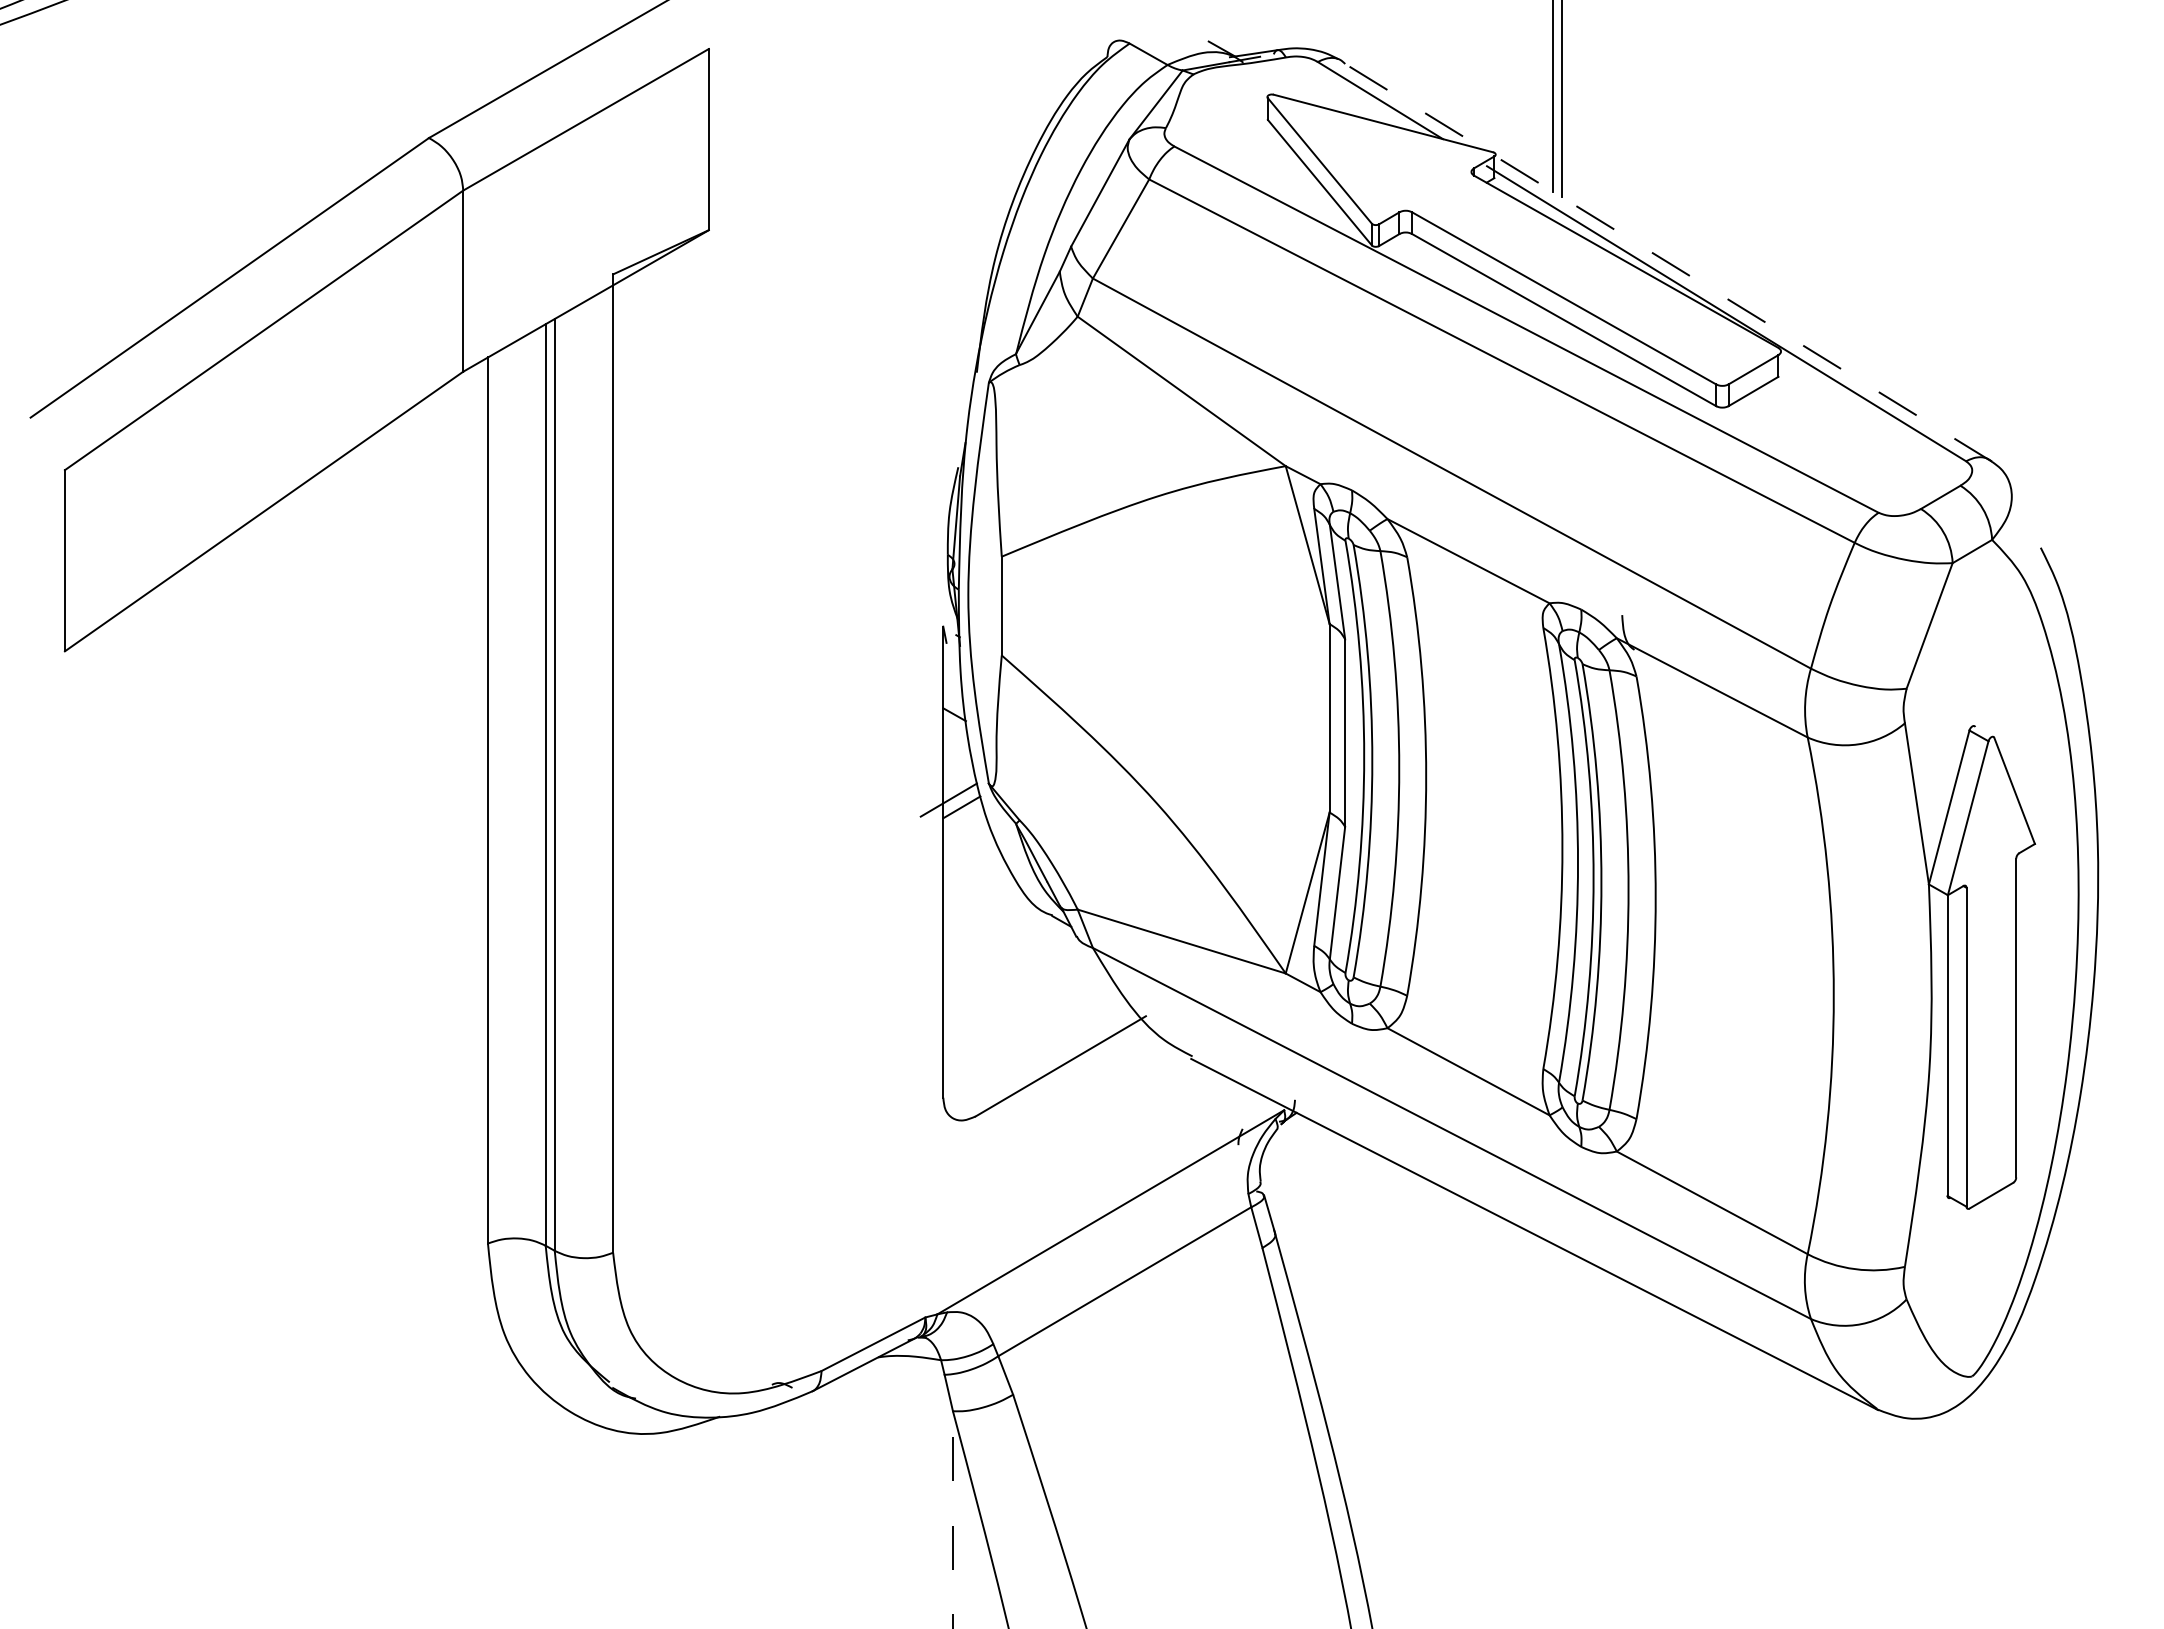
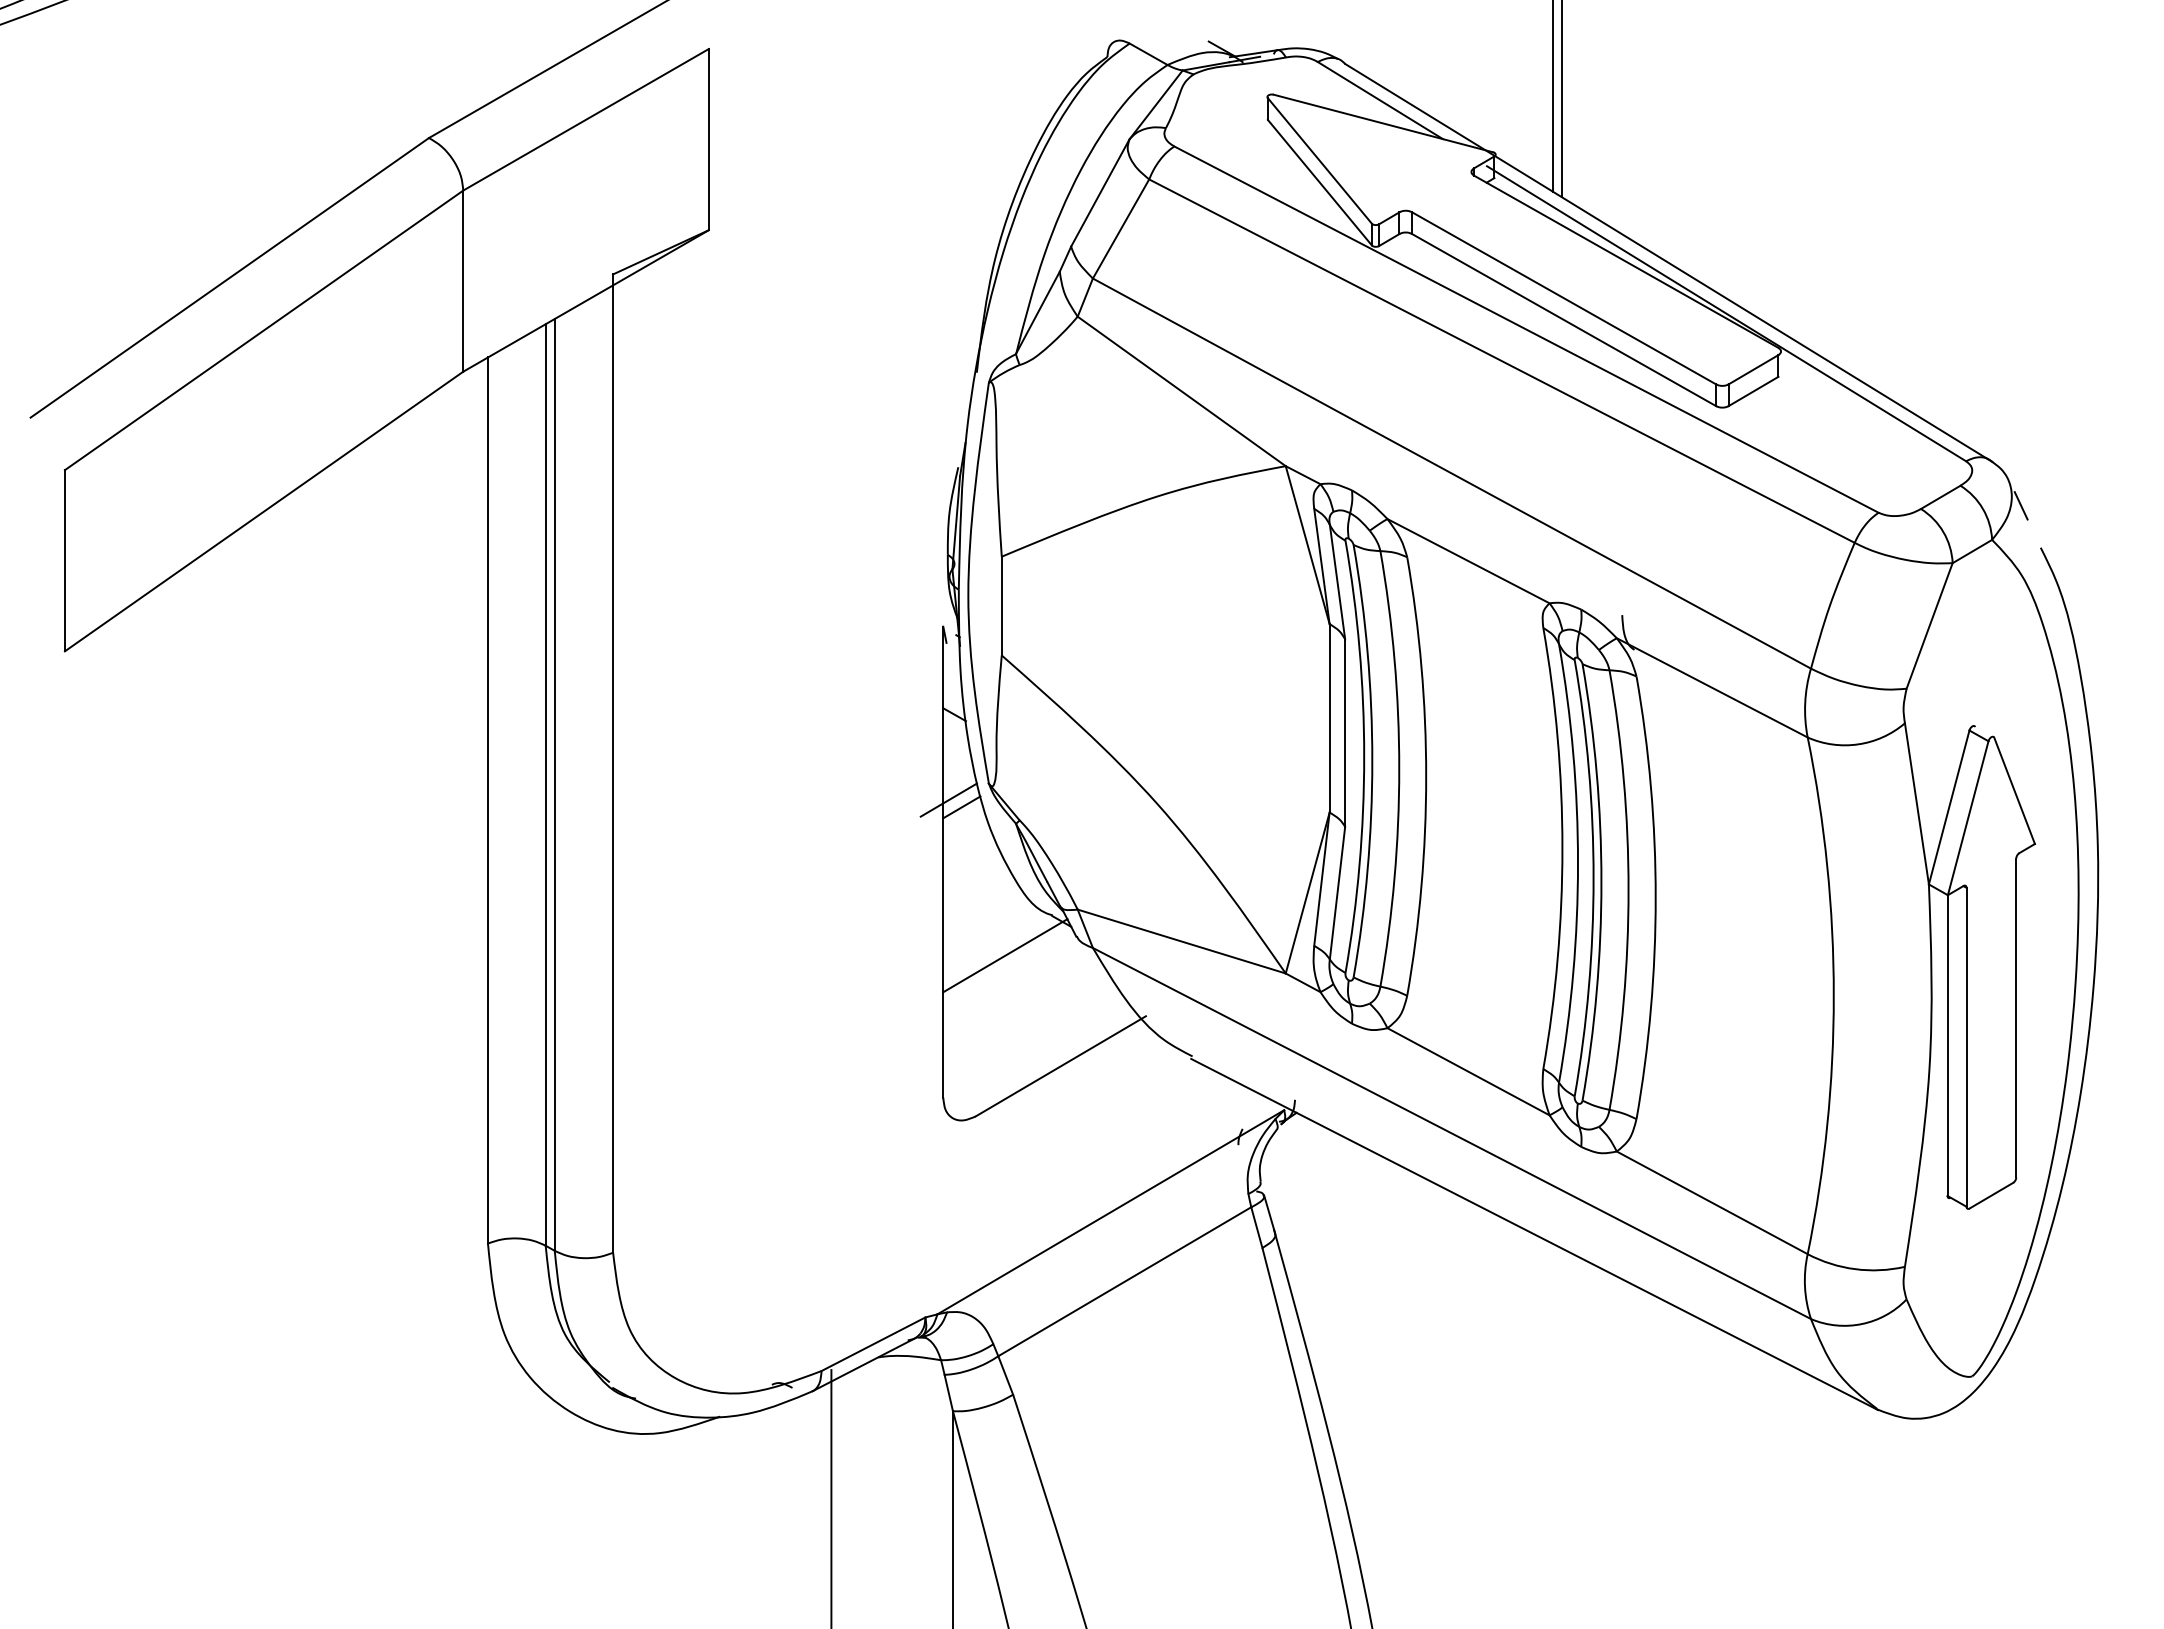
line at (1668, 262): dashed -> solid
line at (2020, 505): none -> present
line at (1005, 955): none -> present
line at (831, 1497): none -> present
line at (952, 1519): dashed -> solid
